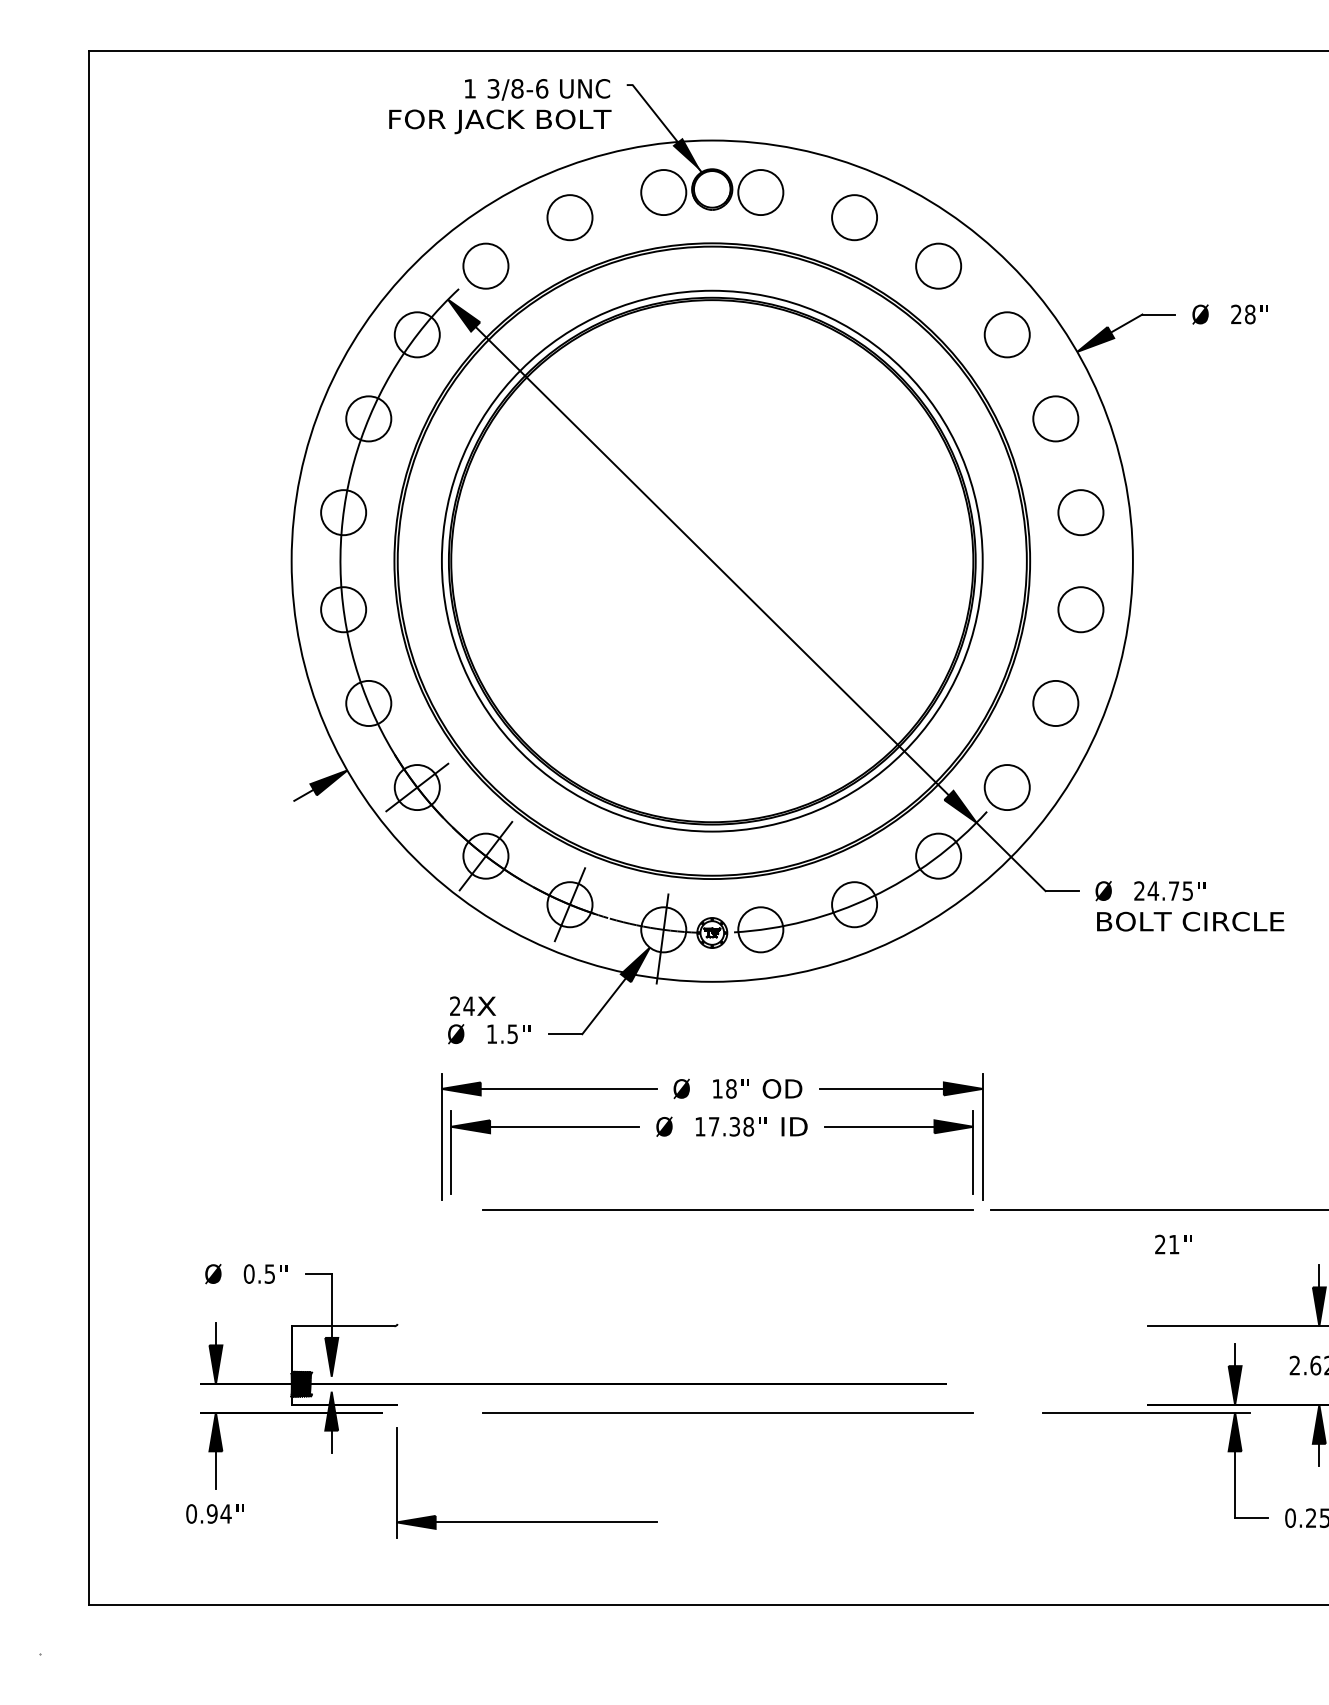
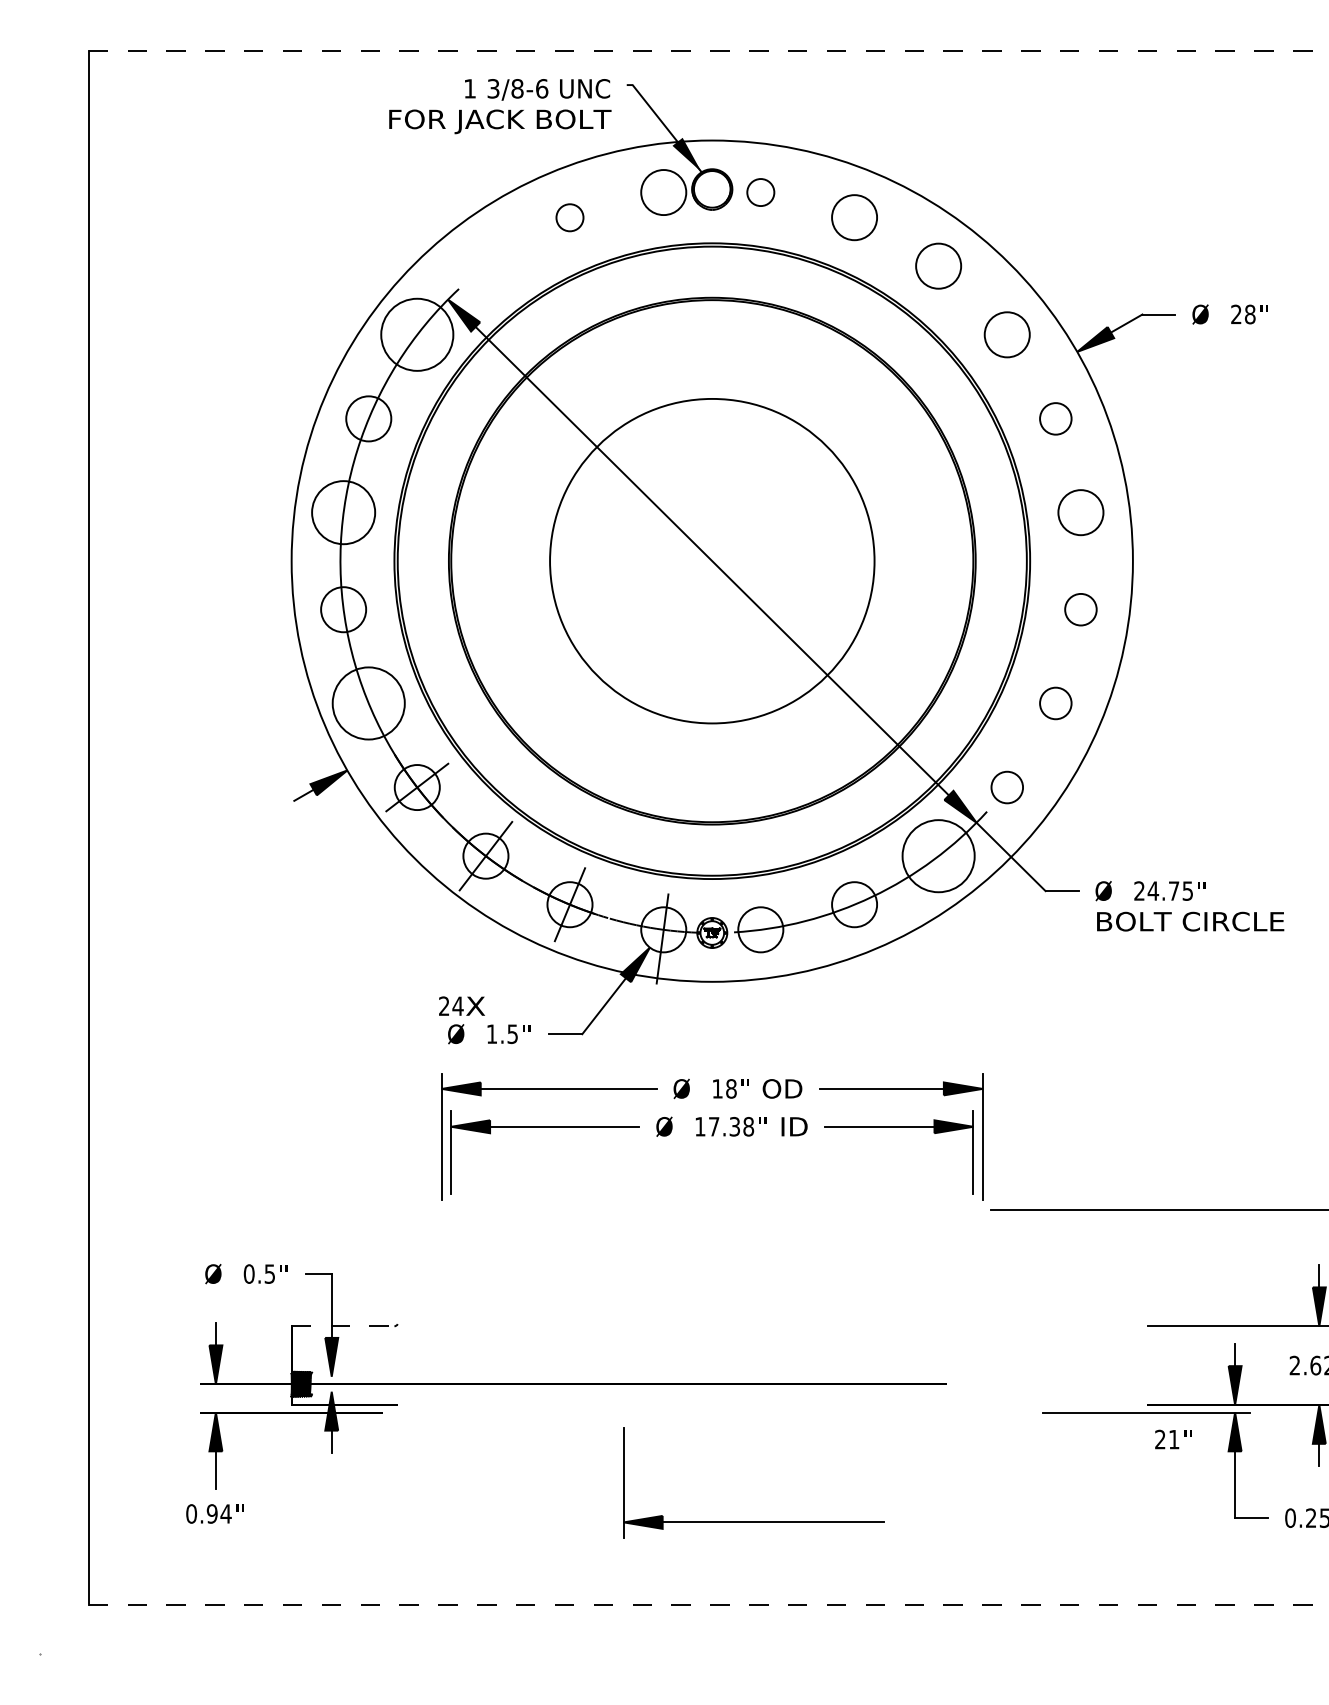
line at (708, 51): solid -> dashed
circle at (760, 192) diameter: 45 px -> 27 px
circle at (569, 217) size: 48x48 px -> 30x30 px
circle at (485, 265): present -> none
circle at (416, 334) diameter: 45 px -> 72 px
circle at (1055, 418) diameter: 45 px -> 32 px
circle at (343, 512) diameter: 45 px -> 63 px
circle at (711, 560) diameter: 541 px -> 325 px
circle at (1080, 609) diameter: 45 px -> 32 px
circle at (368, 703) diameter: 45 px -> 72 px
circle at (1055, 703) diameter: 45 px -> 32 px
circle at (1006, 787) diameter: 45 px -> 32 px
circle at (938, 855) diameter: 45 px -> 72 px
text at (472, 1005) position: (472, 1005) -> (461, 1005)
line at (728, 1209): present -> none
text at (1173, 1244) position: (1173, 1244) -> (1173, 1439)
line at (343, 1326): solid -> dashed
line at (728, 1412): present -> none
part at (526, 1521) position: (526, 1521) -> (753, 1521)
line at (708, 1605): solid -> dashed
